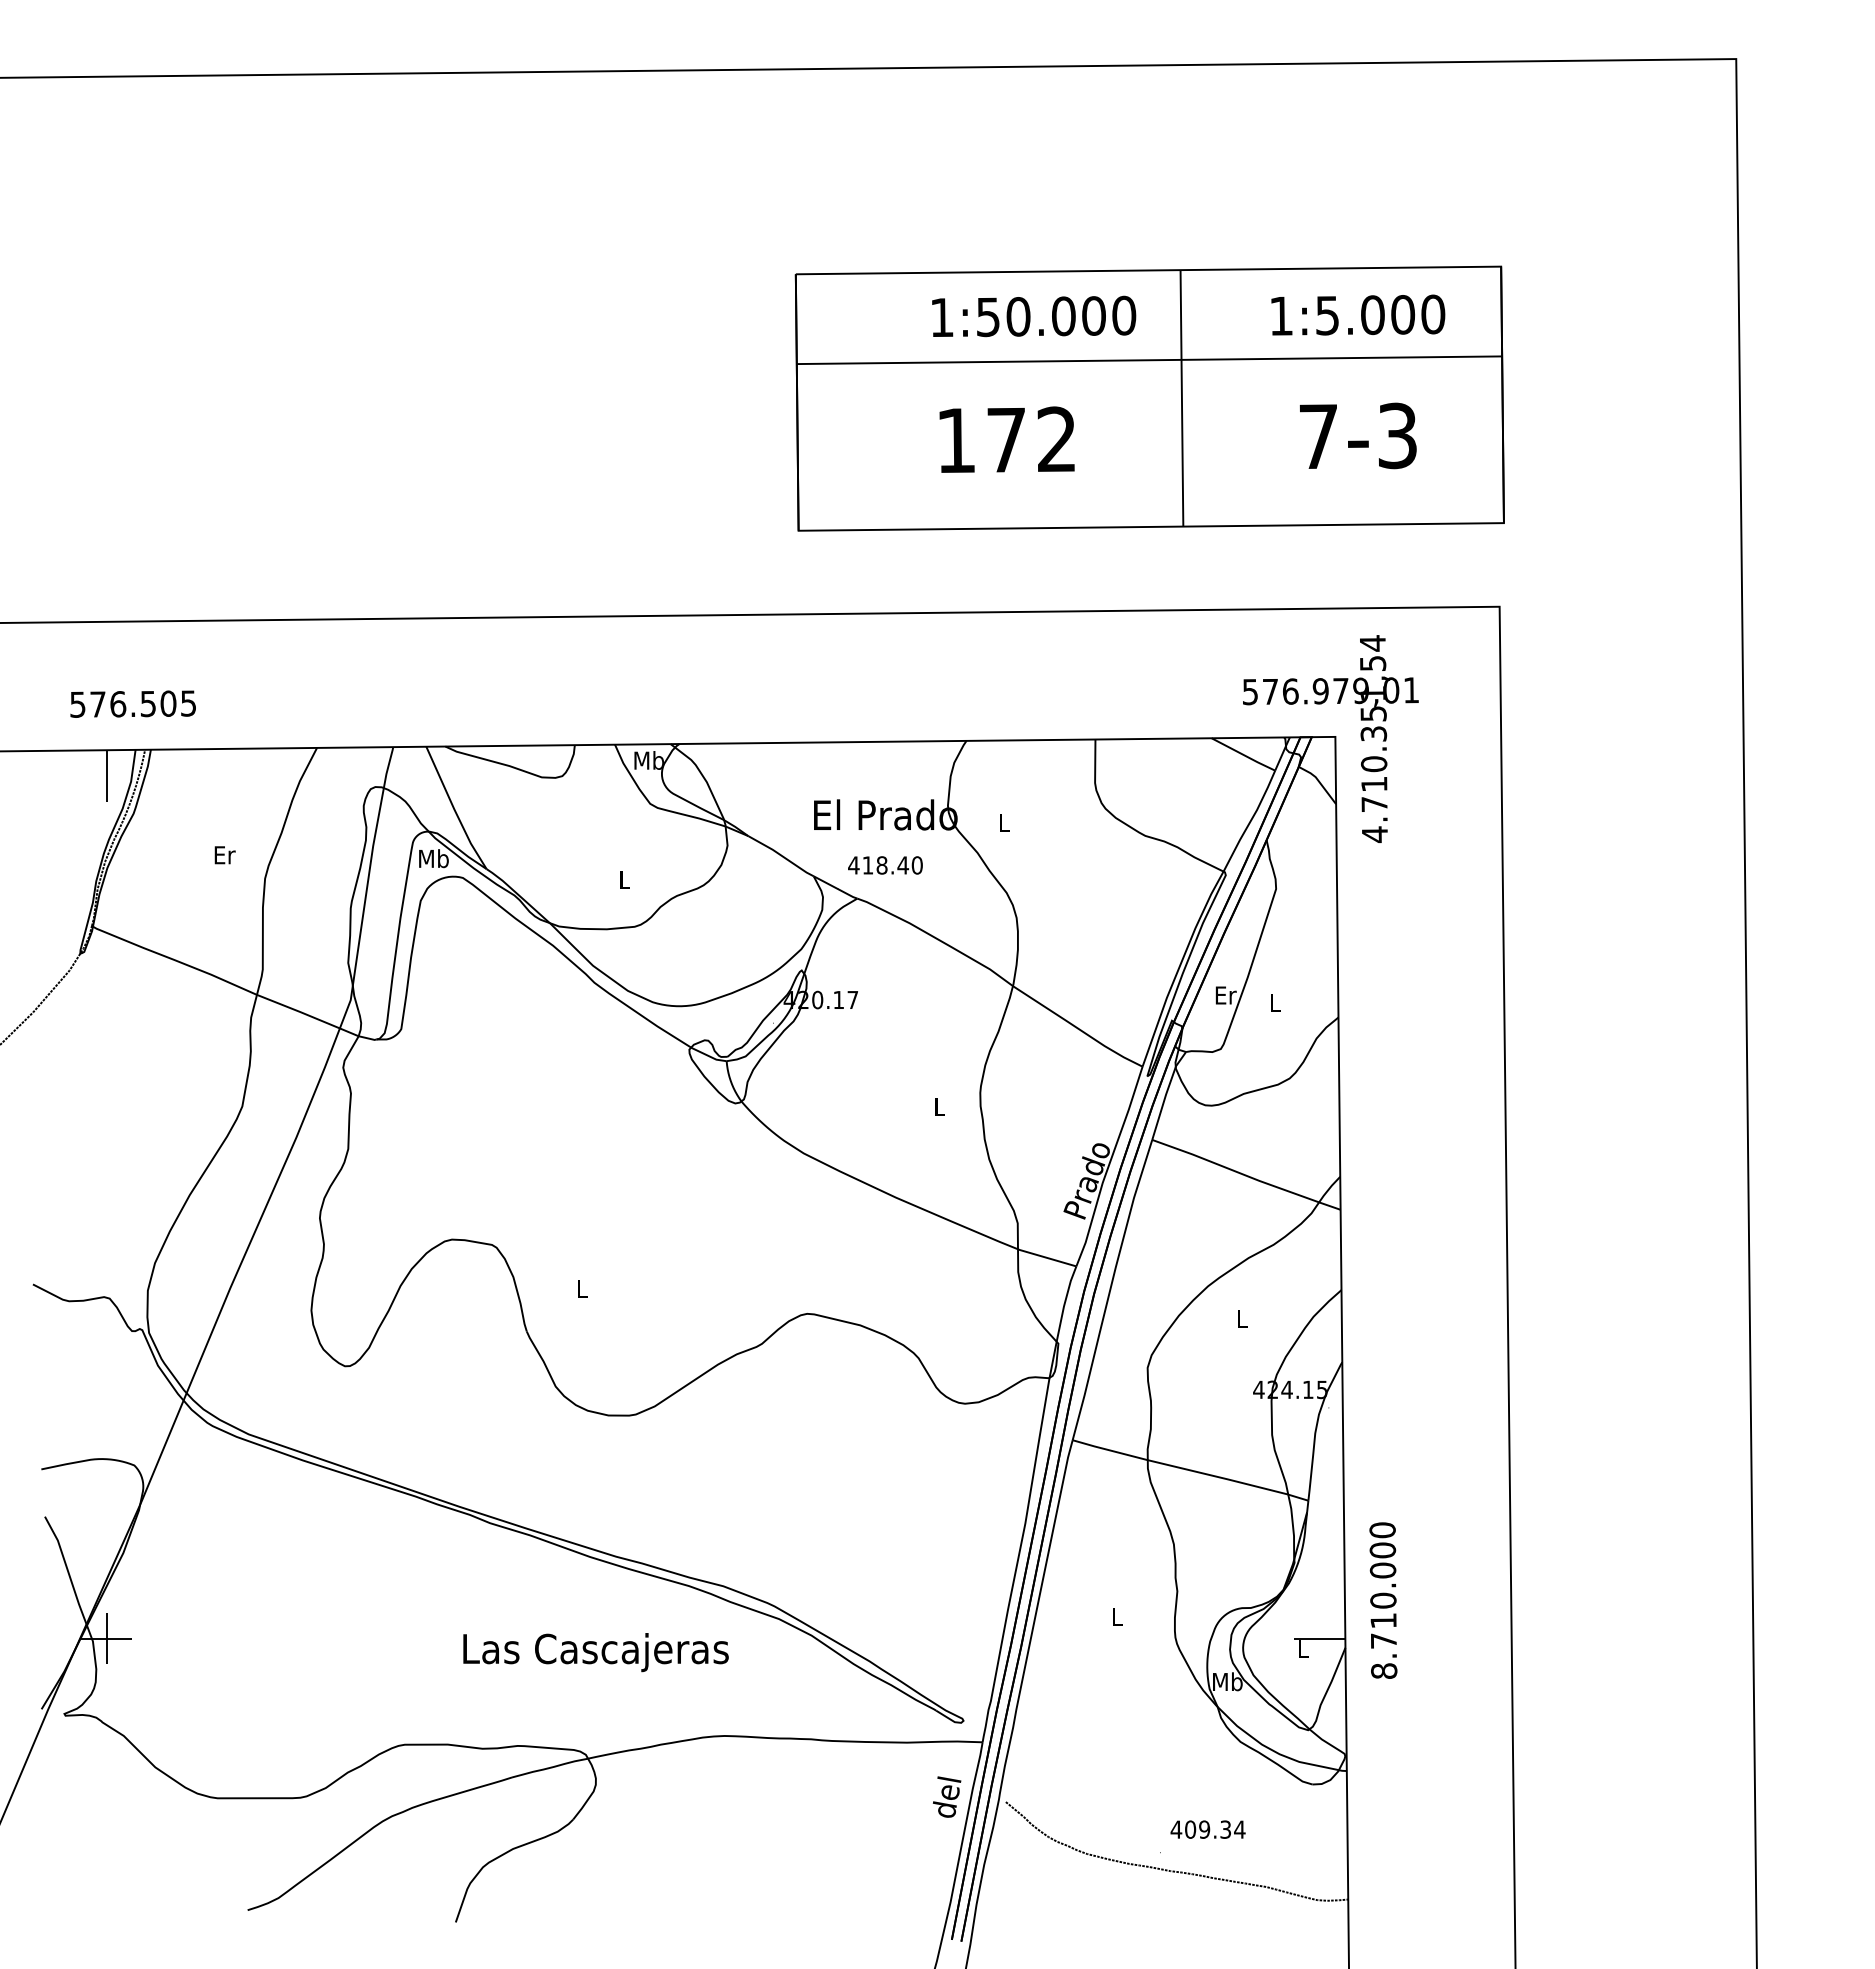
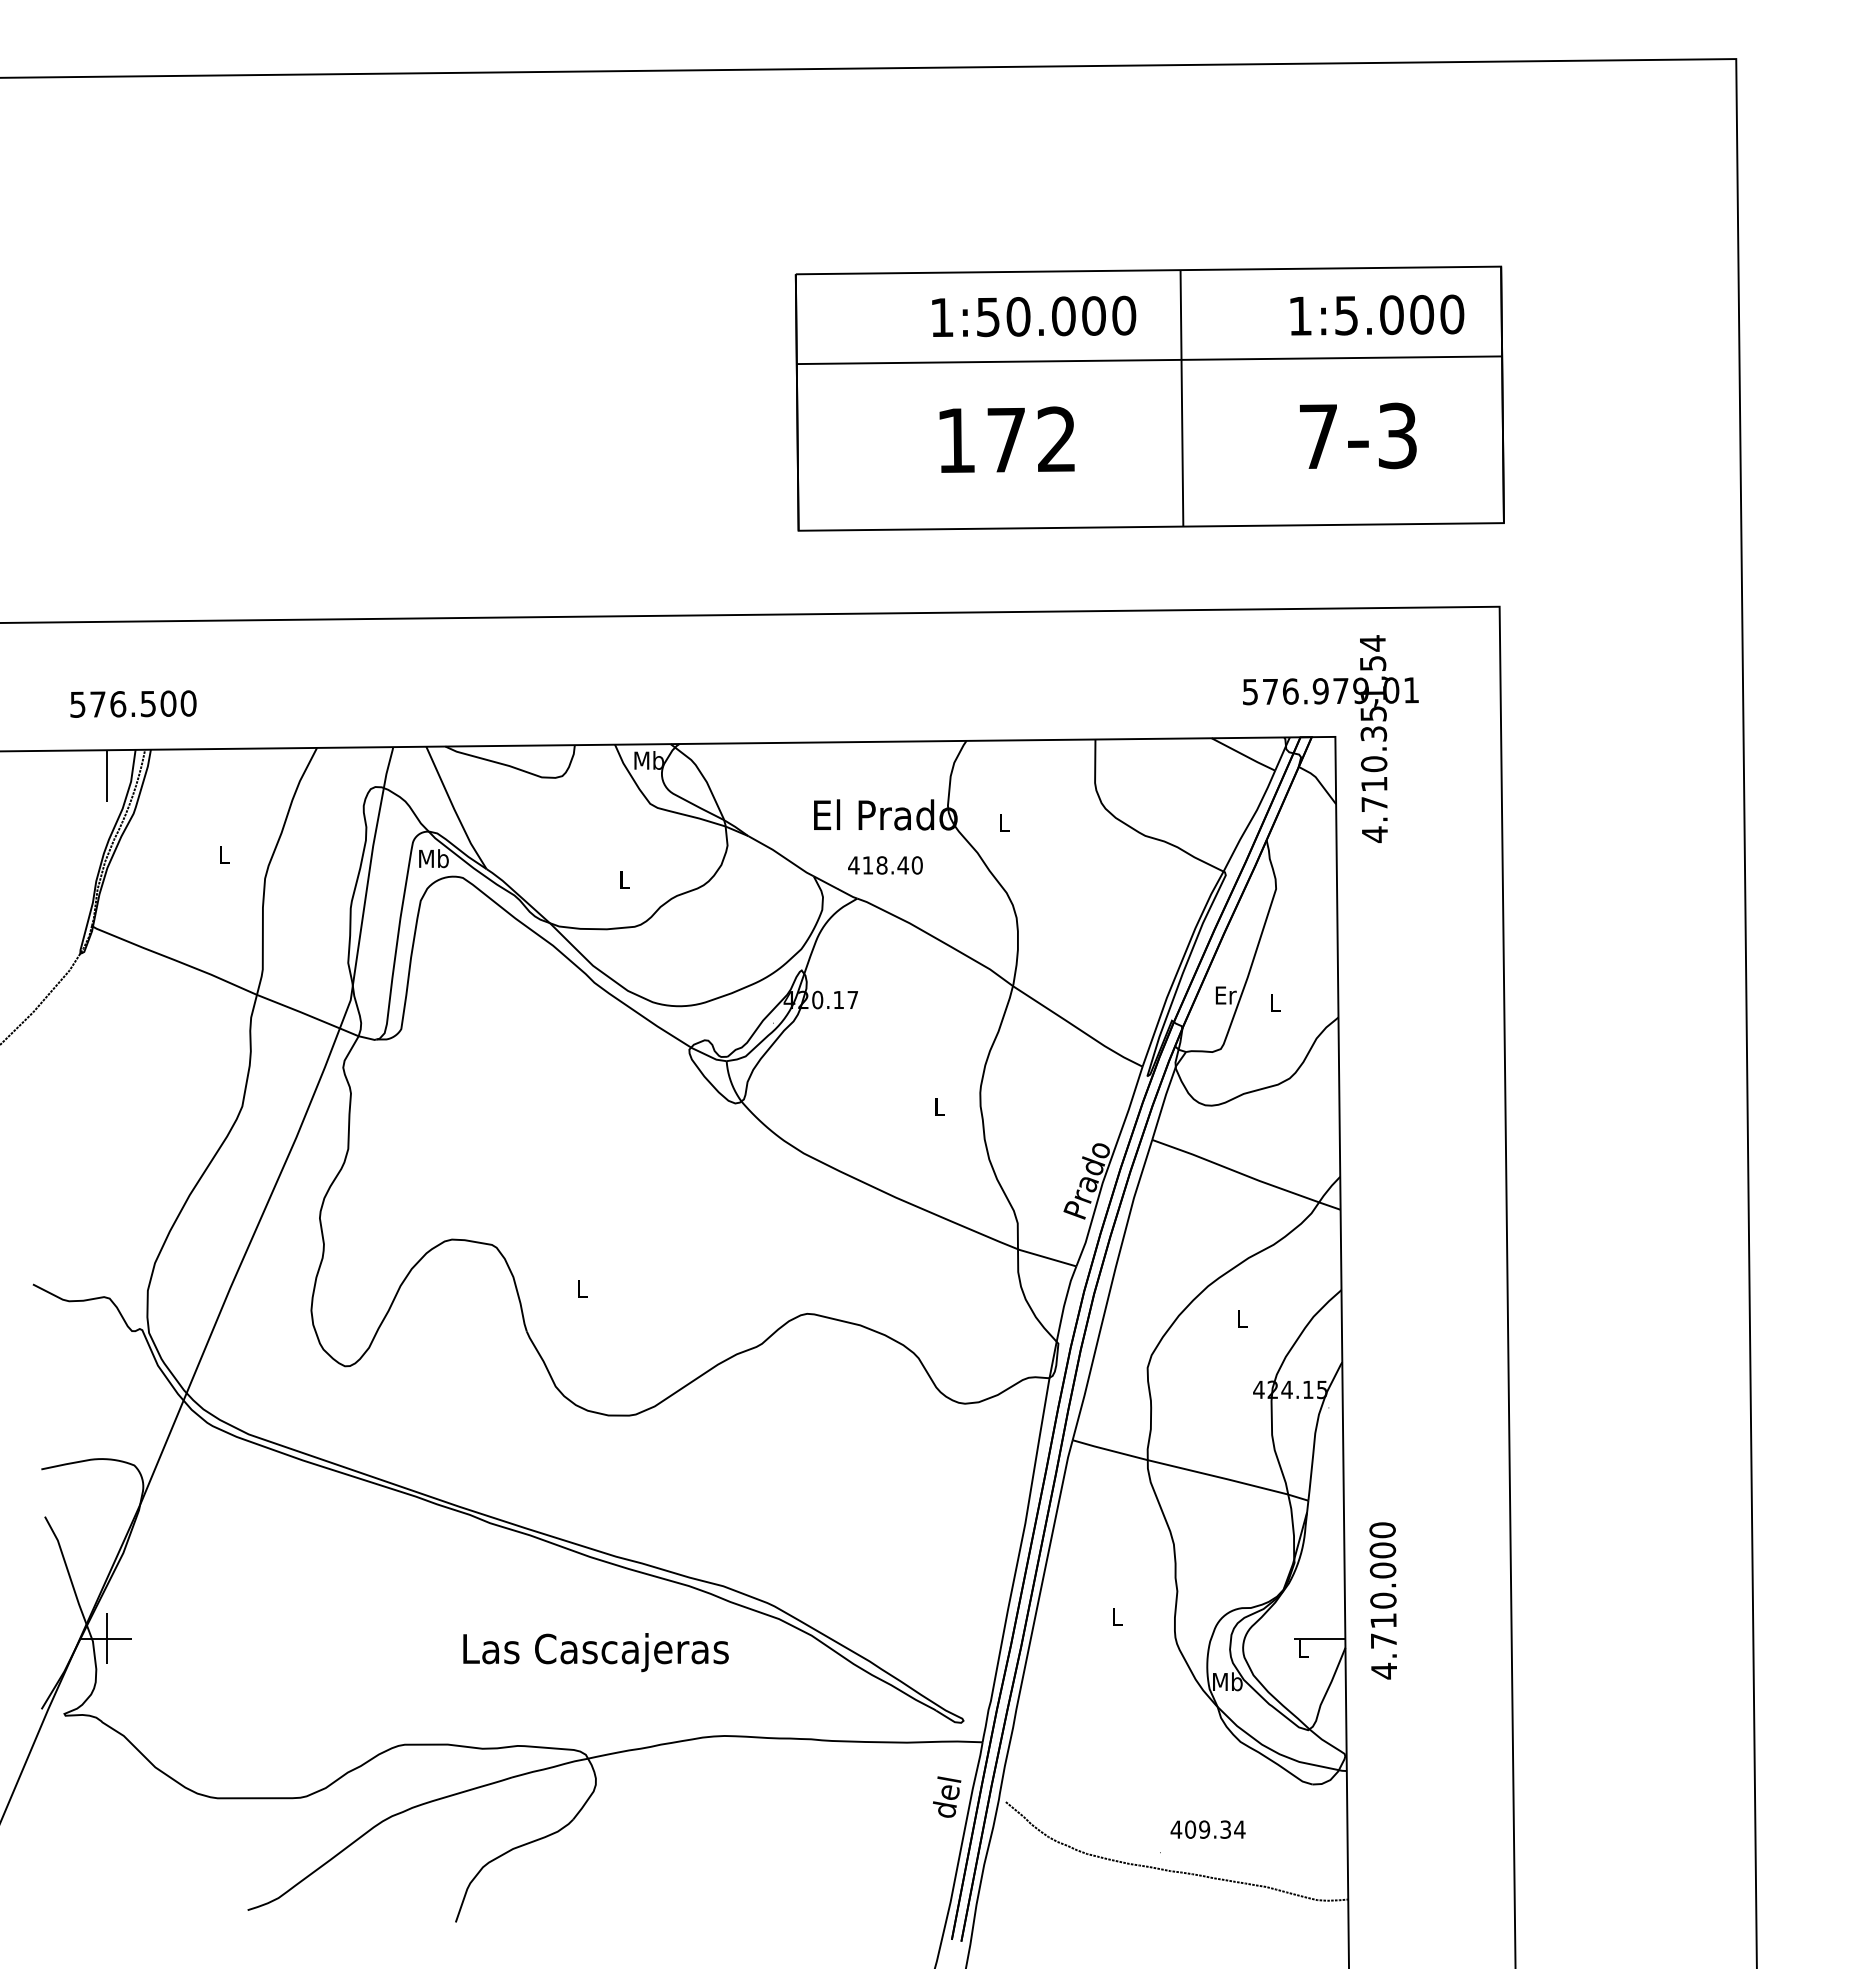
text at (1358, 314) position: (1358, 314) -> (1377, 314)
text at (188, 703): 576.505 -> 576.500
text at (224, 855): Er -> L
text at (1384, 1670): 8.710.000 -> 4.710.000
